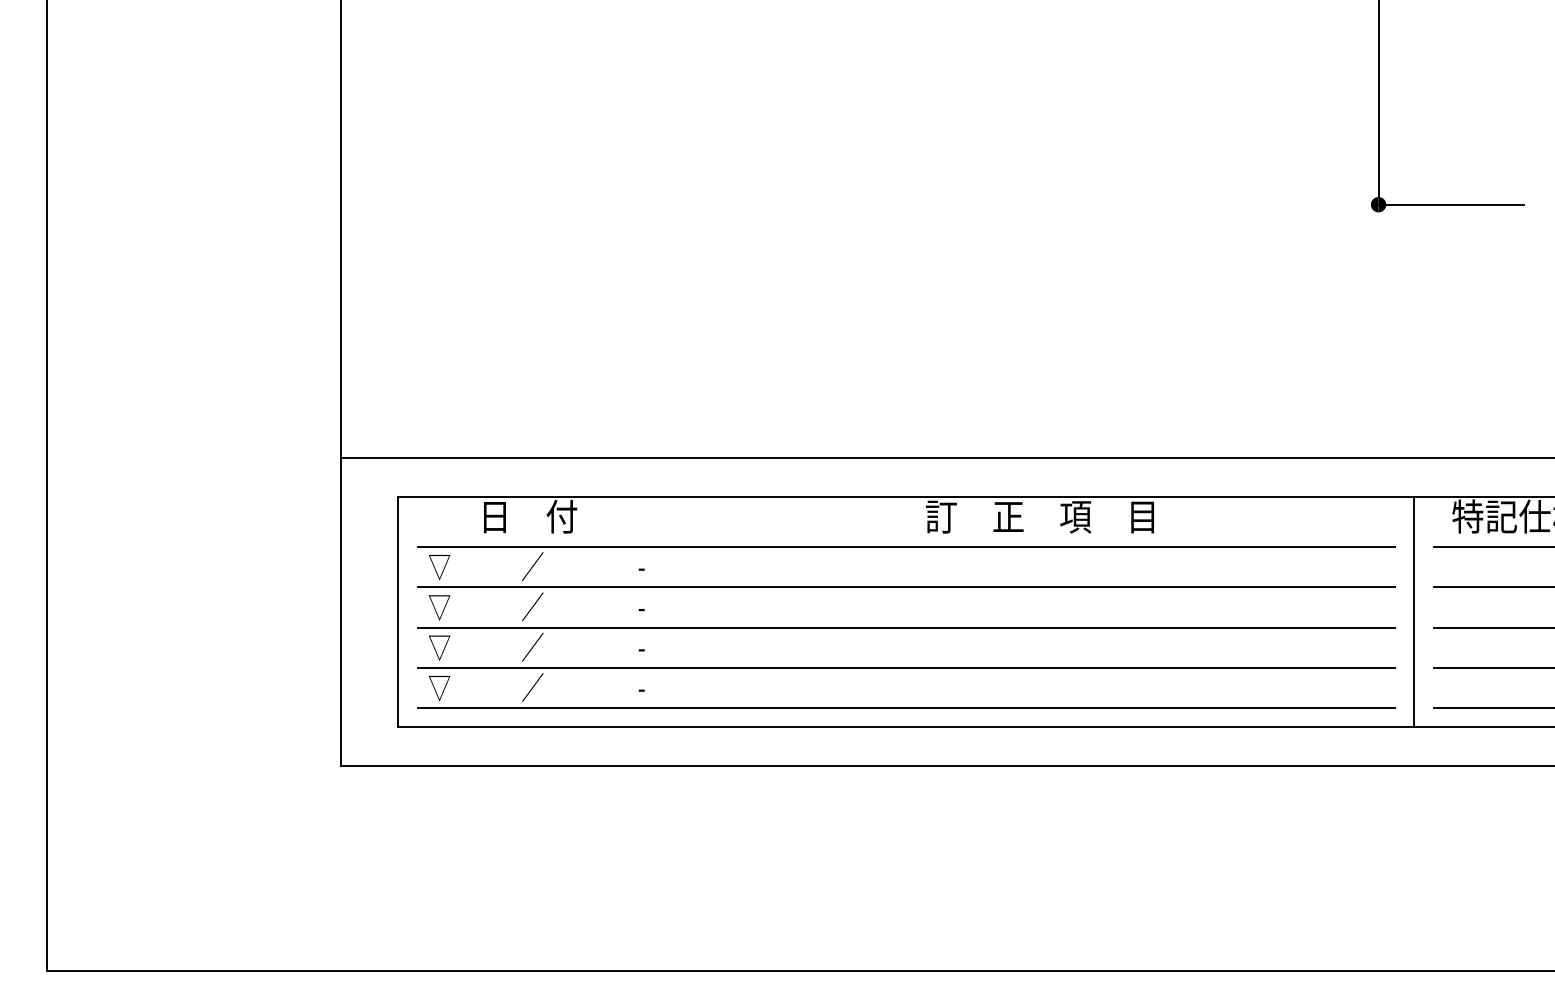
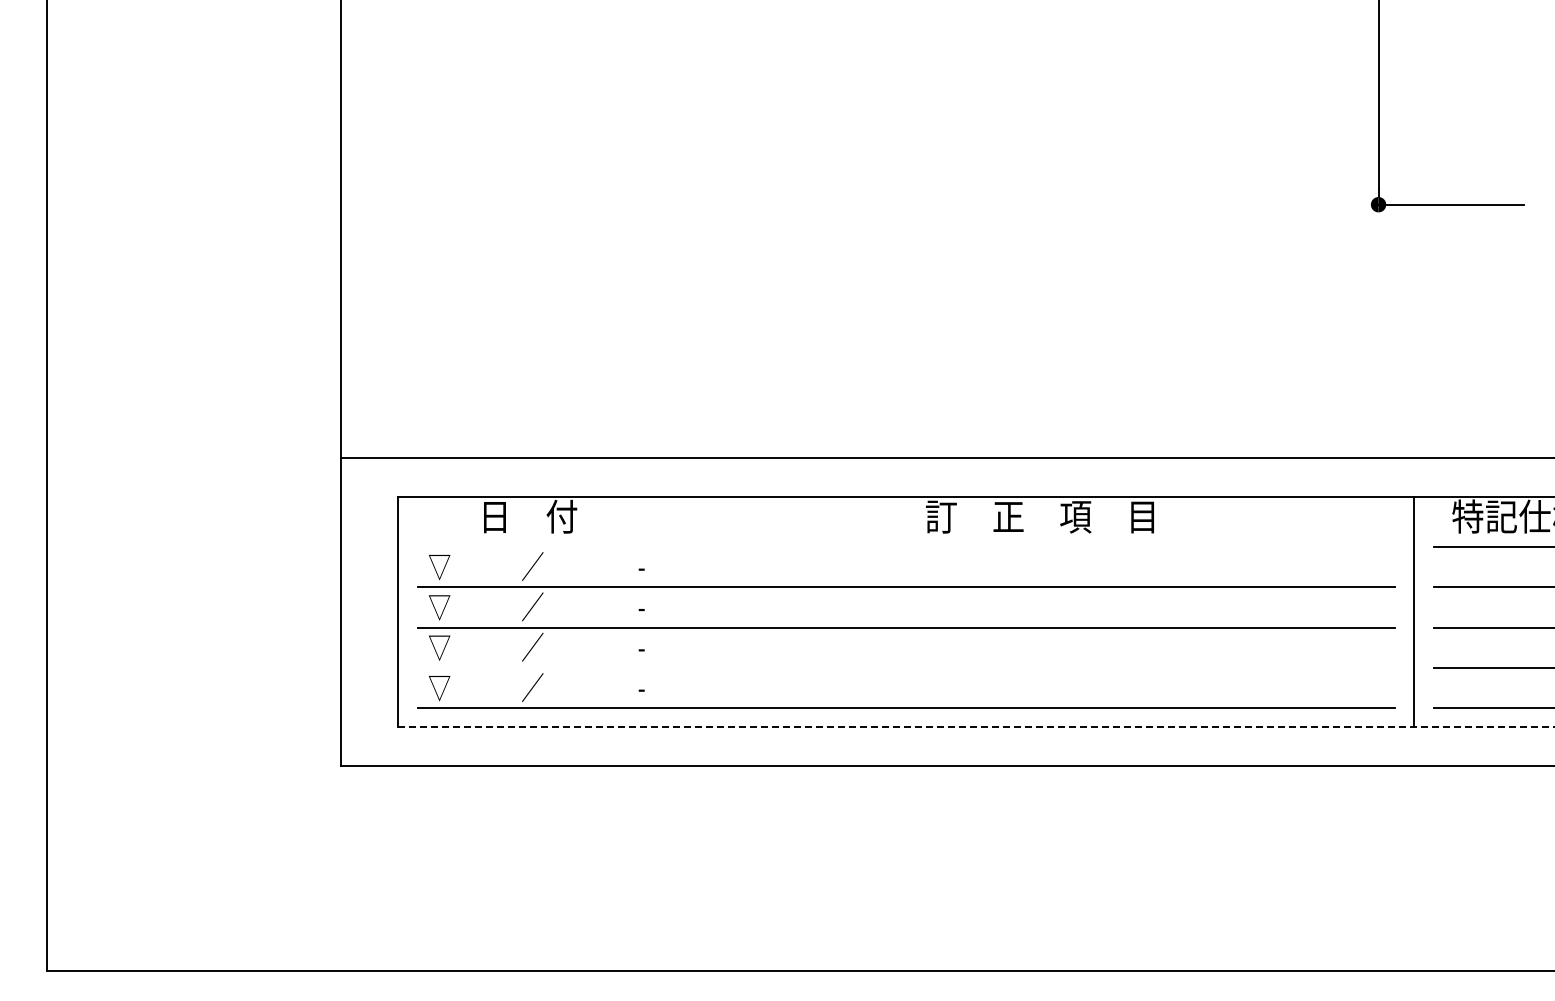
line at (906, 546): present -> none
line at (906, 667): present -> none
line at (976, 727): solid -> dashed
